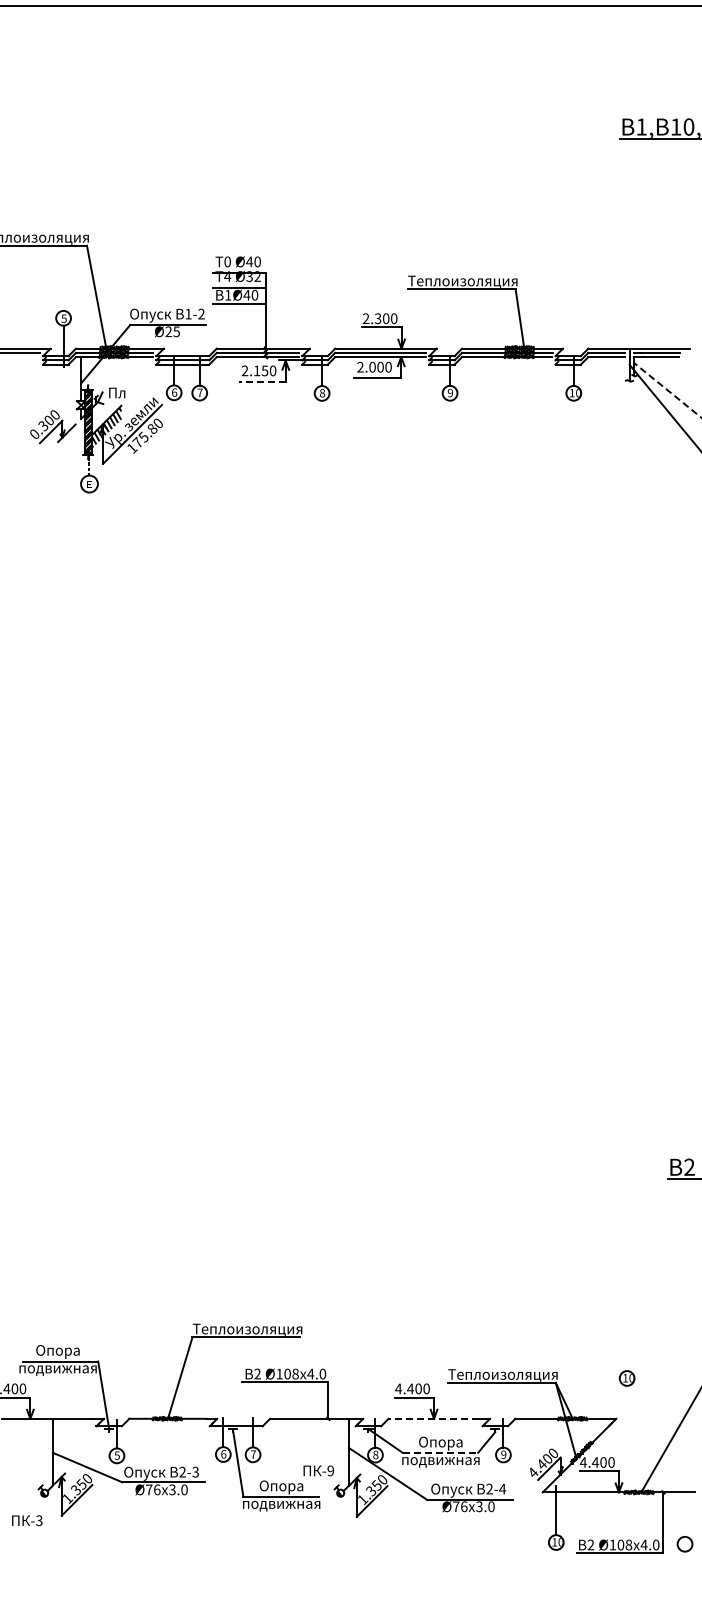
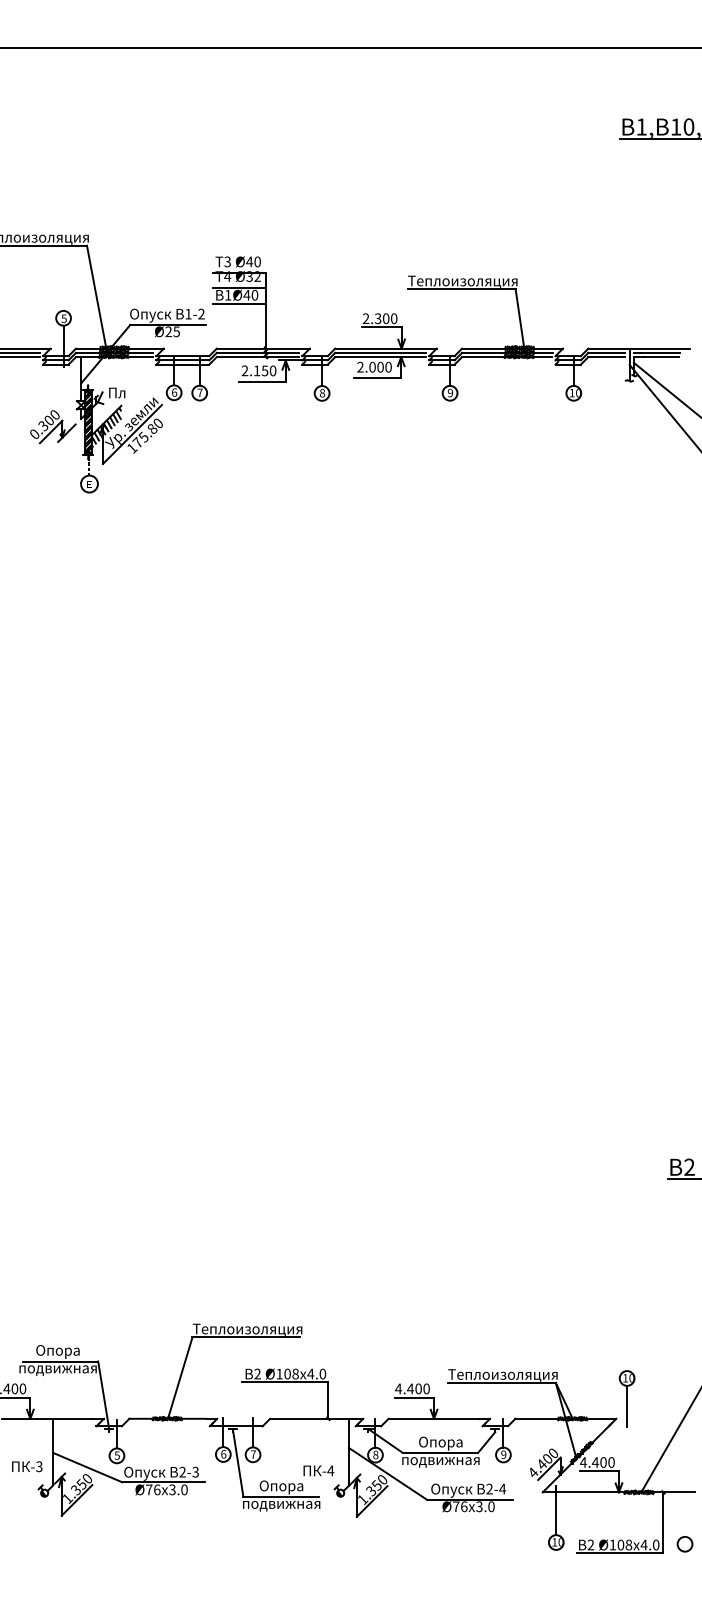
line at (350, 6) position: (350, 6) -> (350, 48)
text at (227, 261): 0 -> 3
line at (21, 357): none -> present
line at (262, 381): dashed -> solid
line at (667, 390): dashed -> solid
line at (627, 1405): none -> present
line at (433, 1418): dashed -> solid
line at (440, 1452): dashed -> solid
text at (330, 1470): 9 -> 4
text at (27, 1520) position: (27, 1520) -> (27, 1466)
